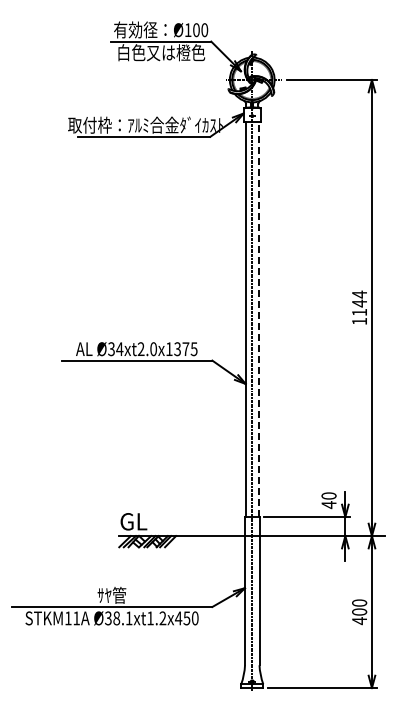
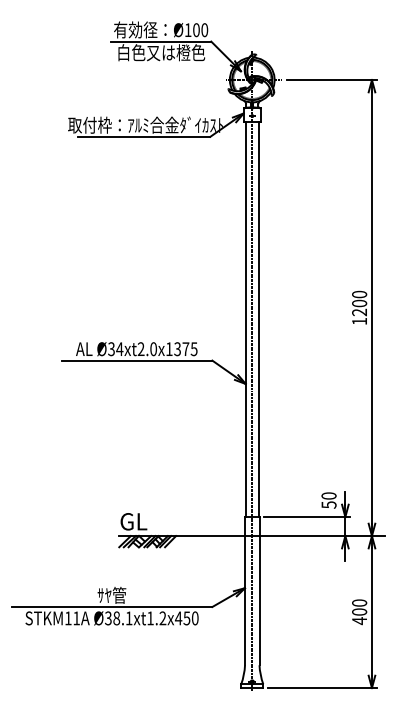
text at (359, 303): 1144 -> 1200
line at (258, 319): dashed -> solid
text at (328, 505): 40 -> 50
